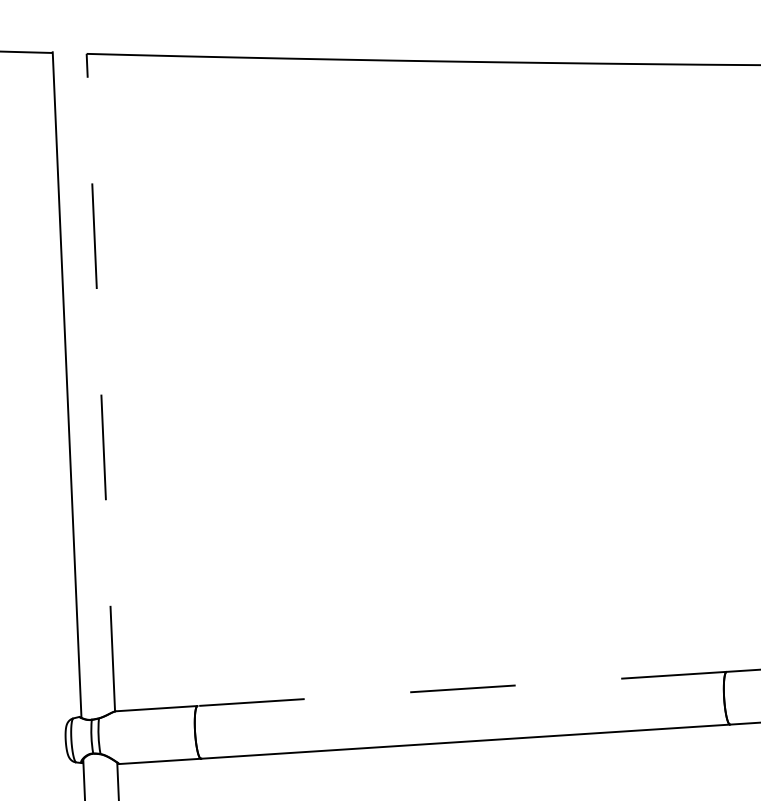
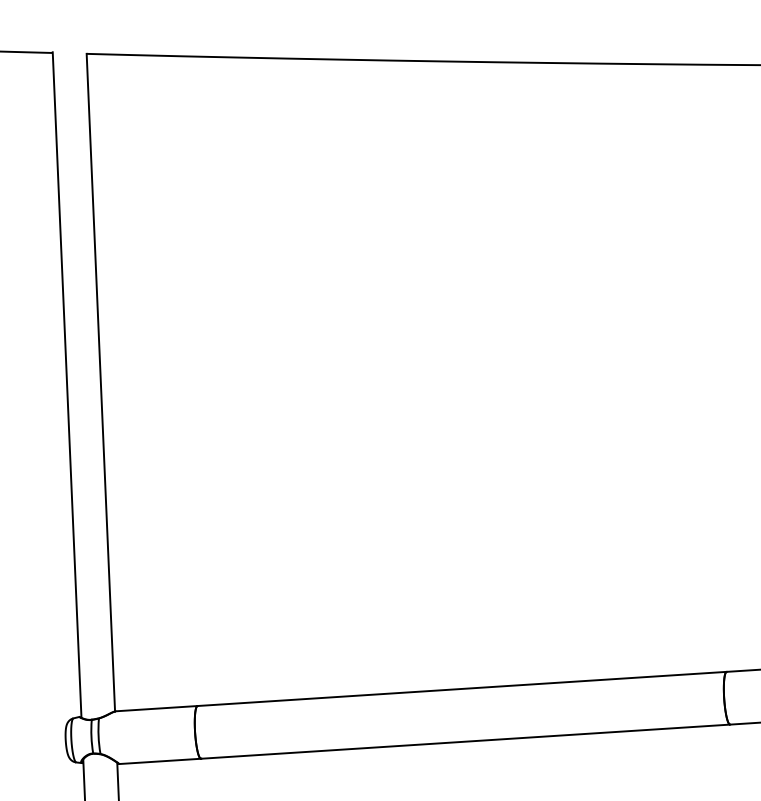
line at (100, 382): dashed -> solid
line at (461, 688): dashed -> solid
